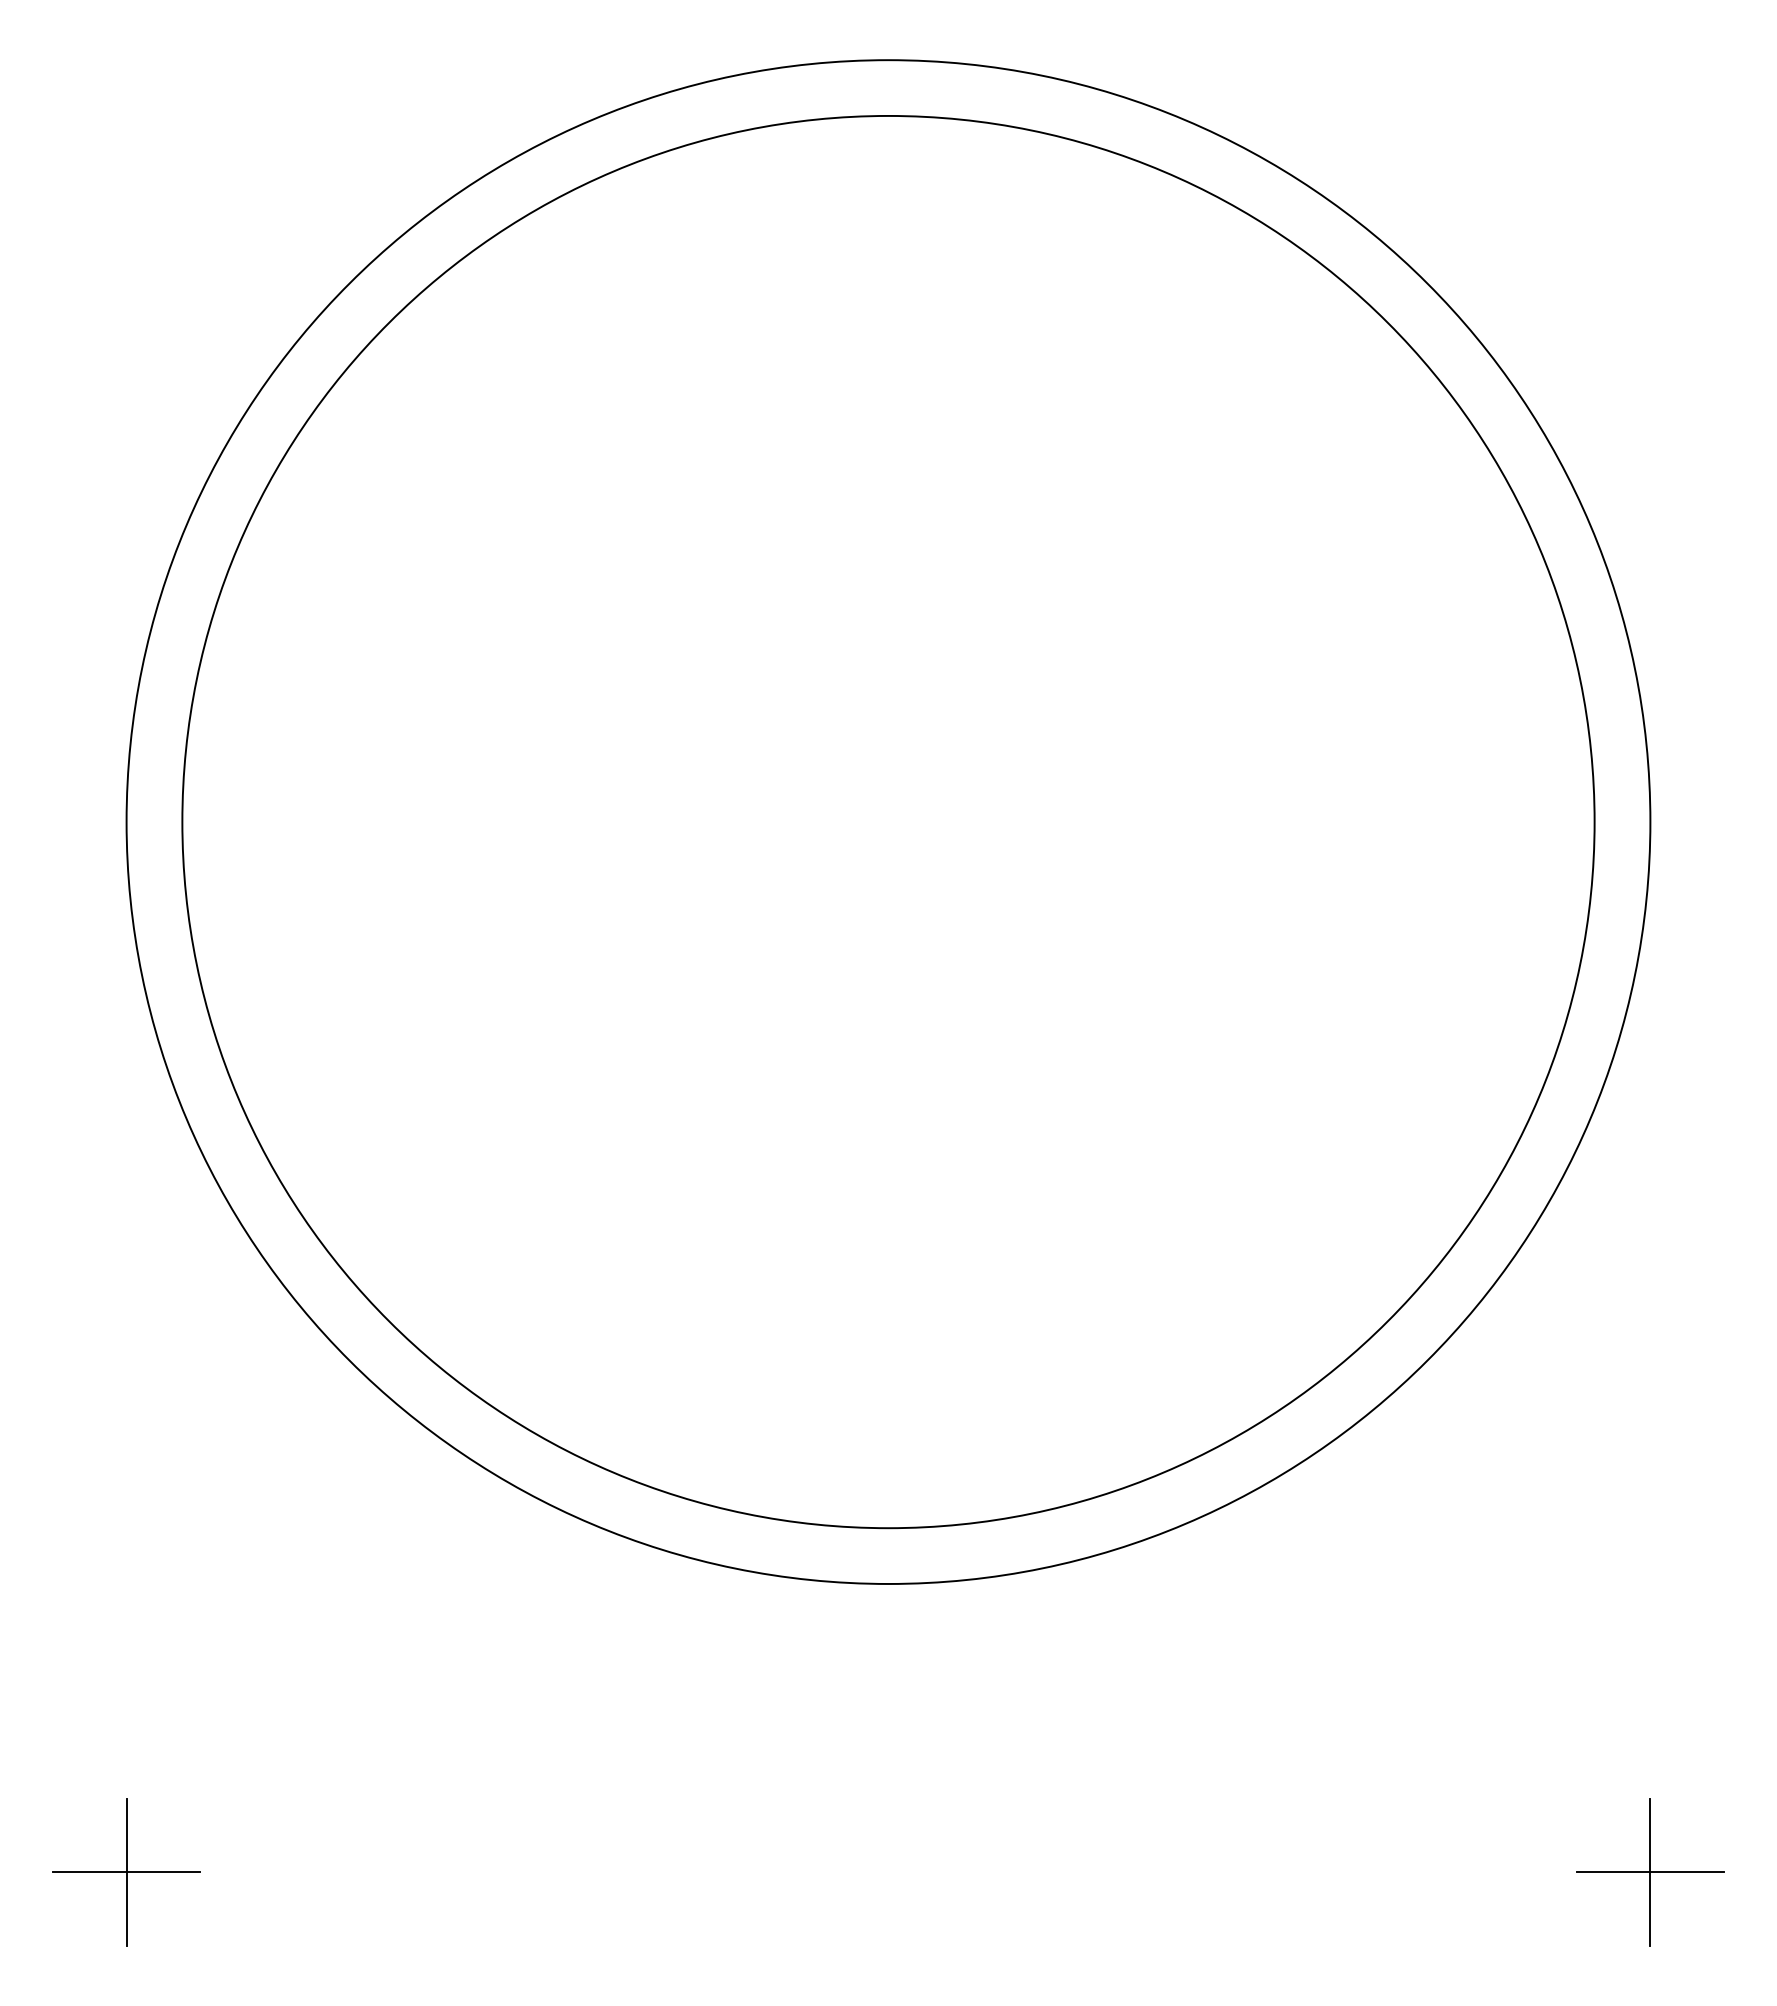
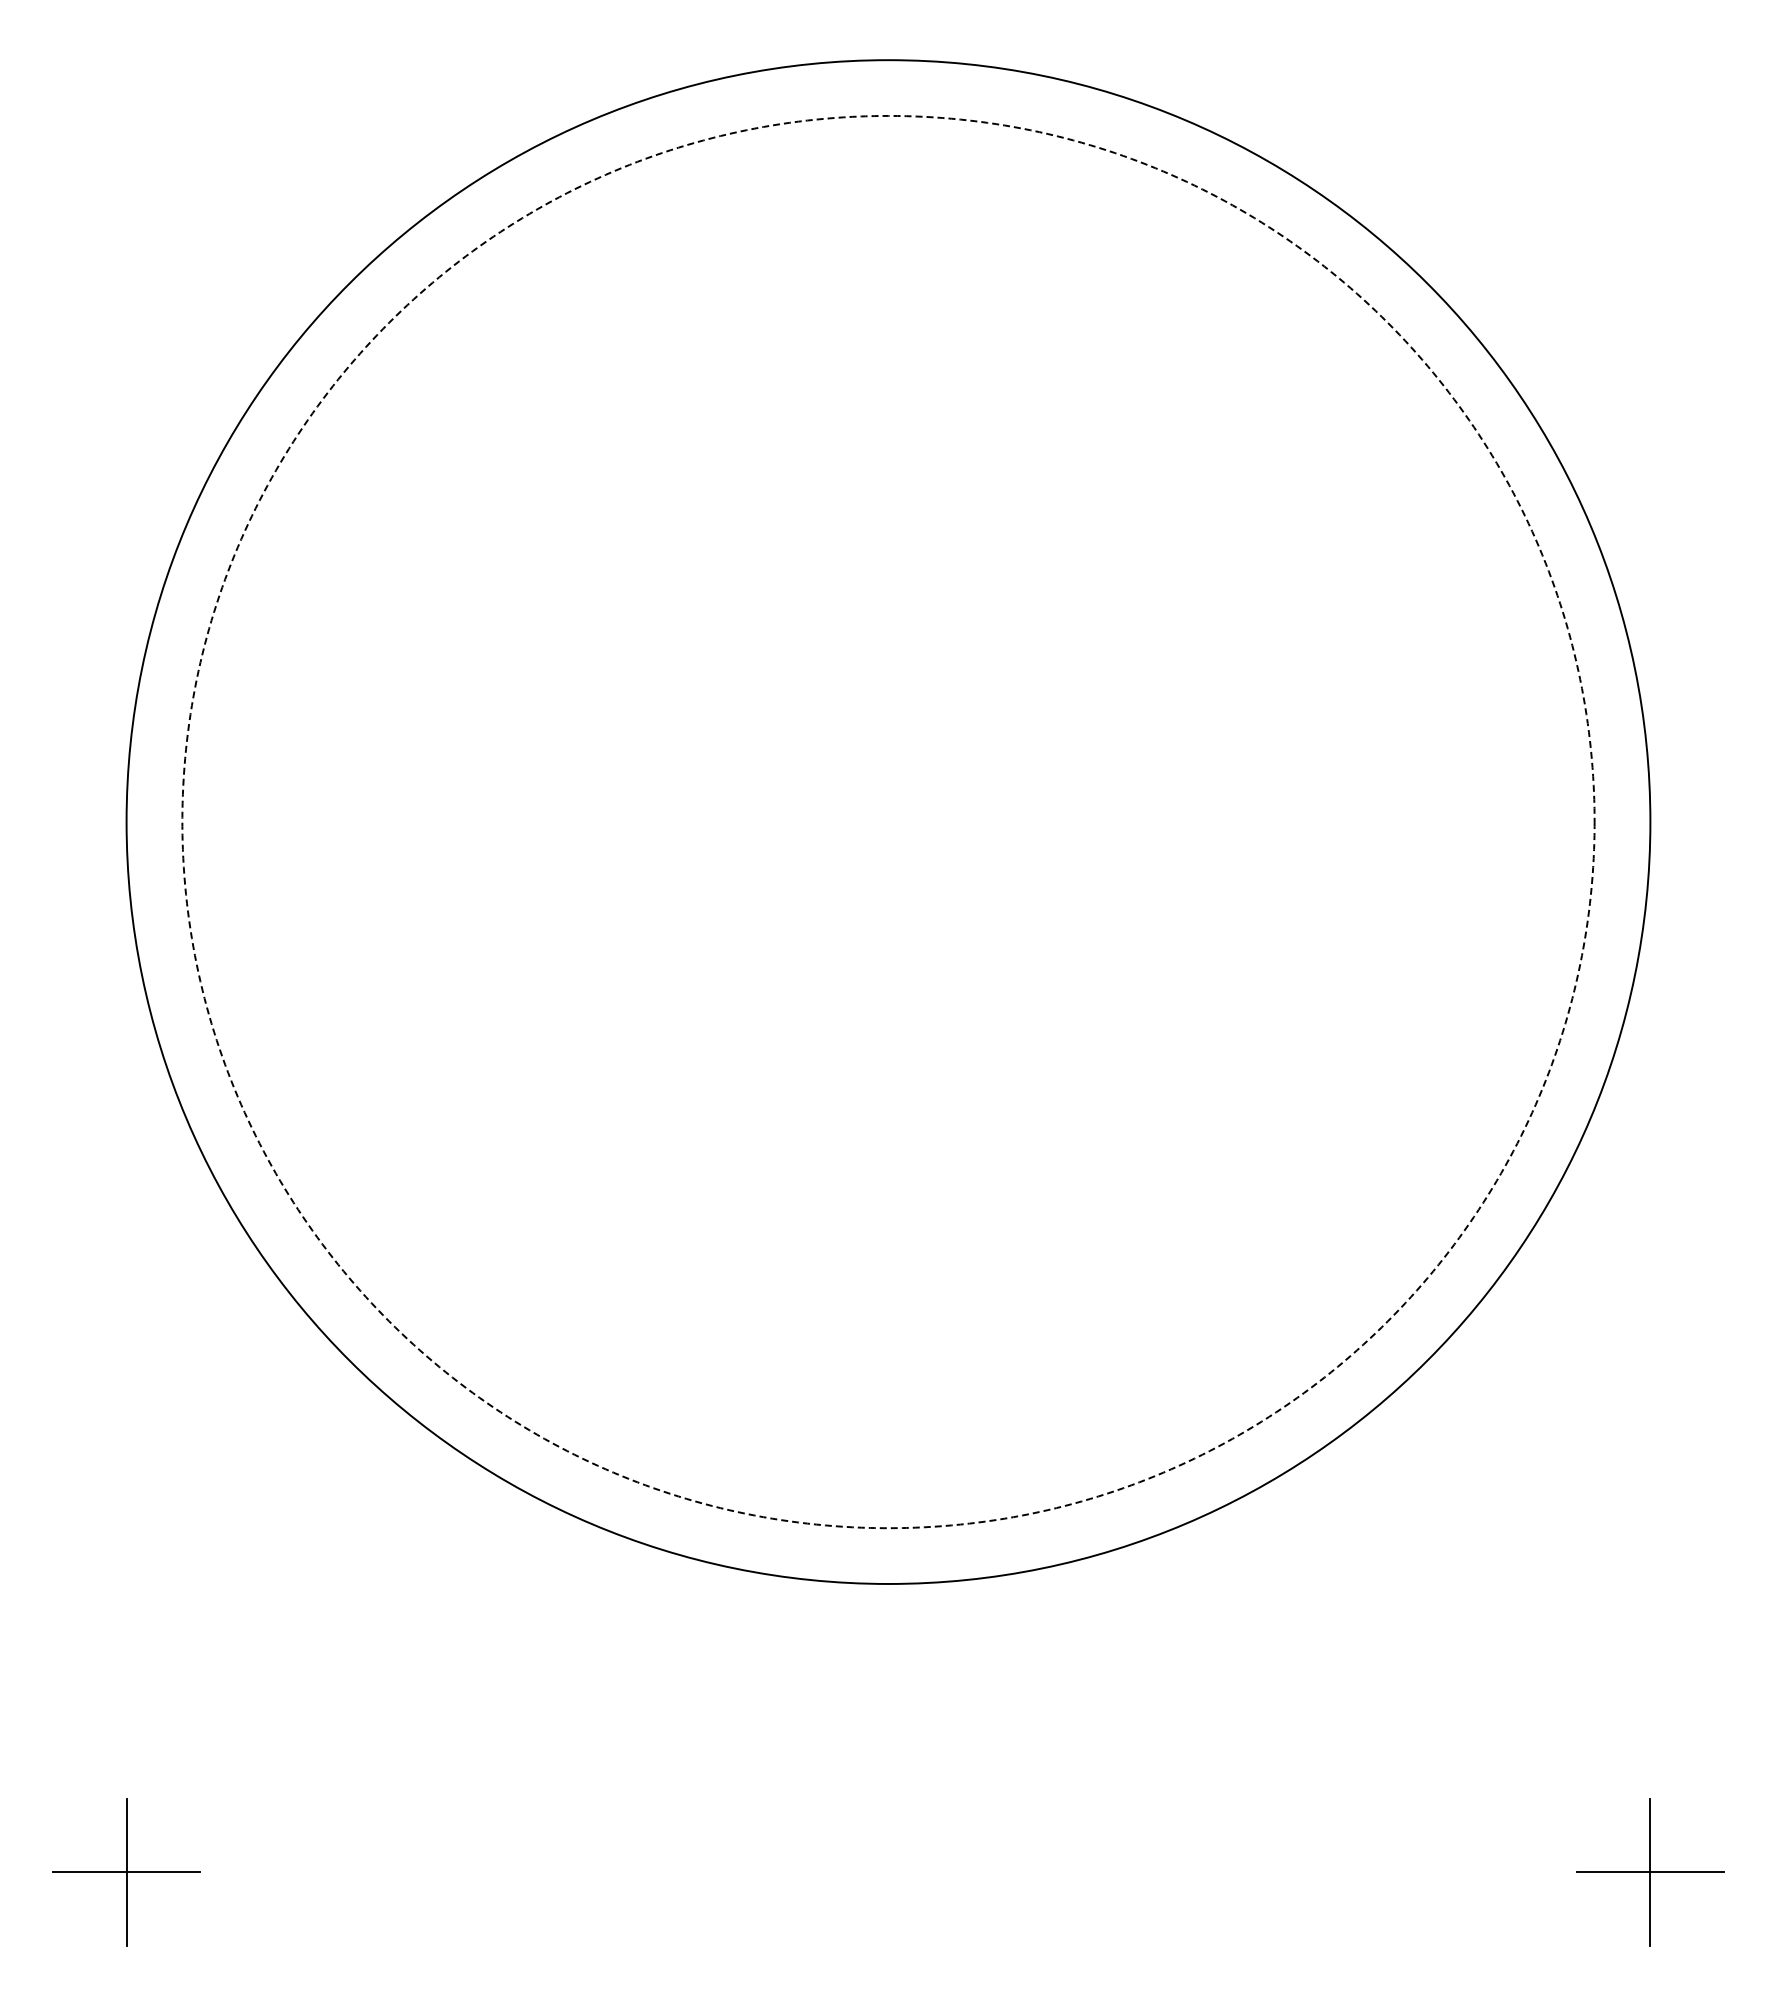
circle at (888, 821): solid -> dashed
